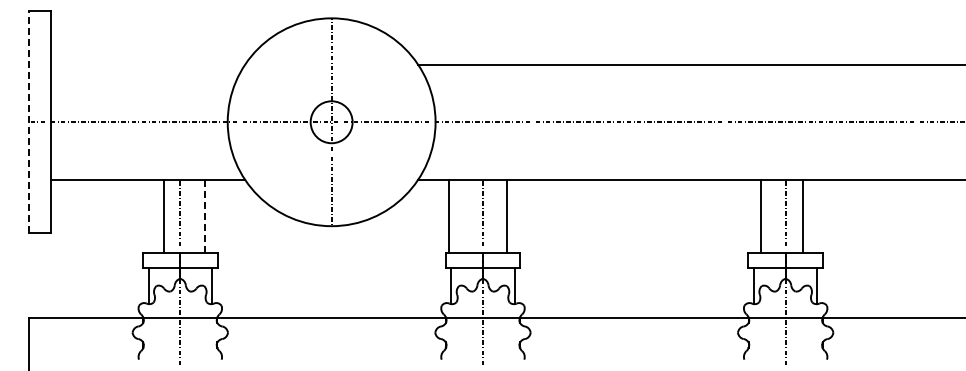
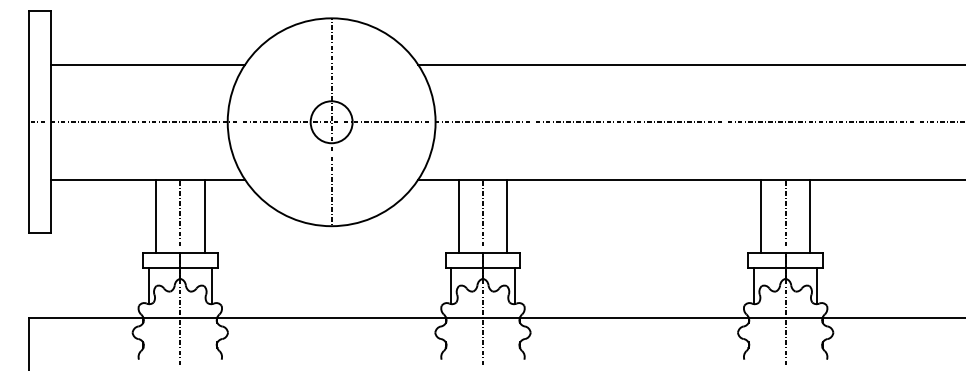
line at (148, 64): none -> present
line at (28, 122): dashed -> solid
line at (163, 216) position: (163, 216) -> (155, 216)
line at (204, 216): dashed -> solid
line at (448, 216) position: (448, 216) -> (458, 216)
line at (803, 216) position: (803, 216) -> (810, 216)
